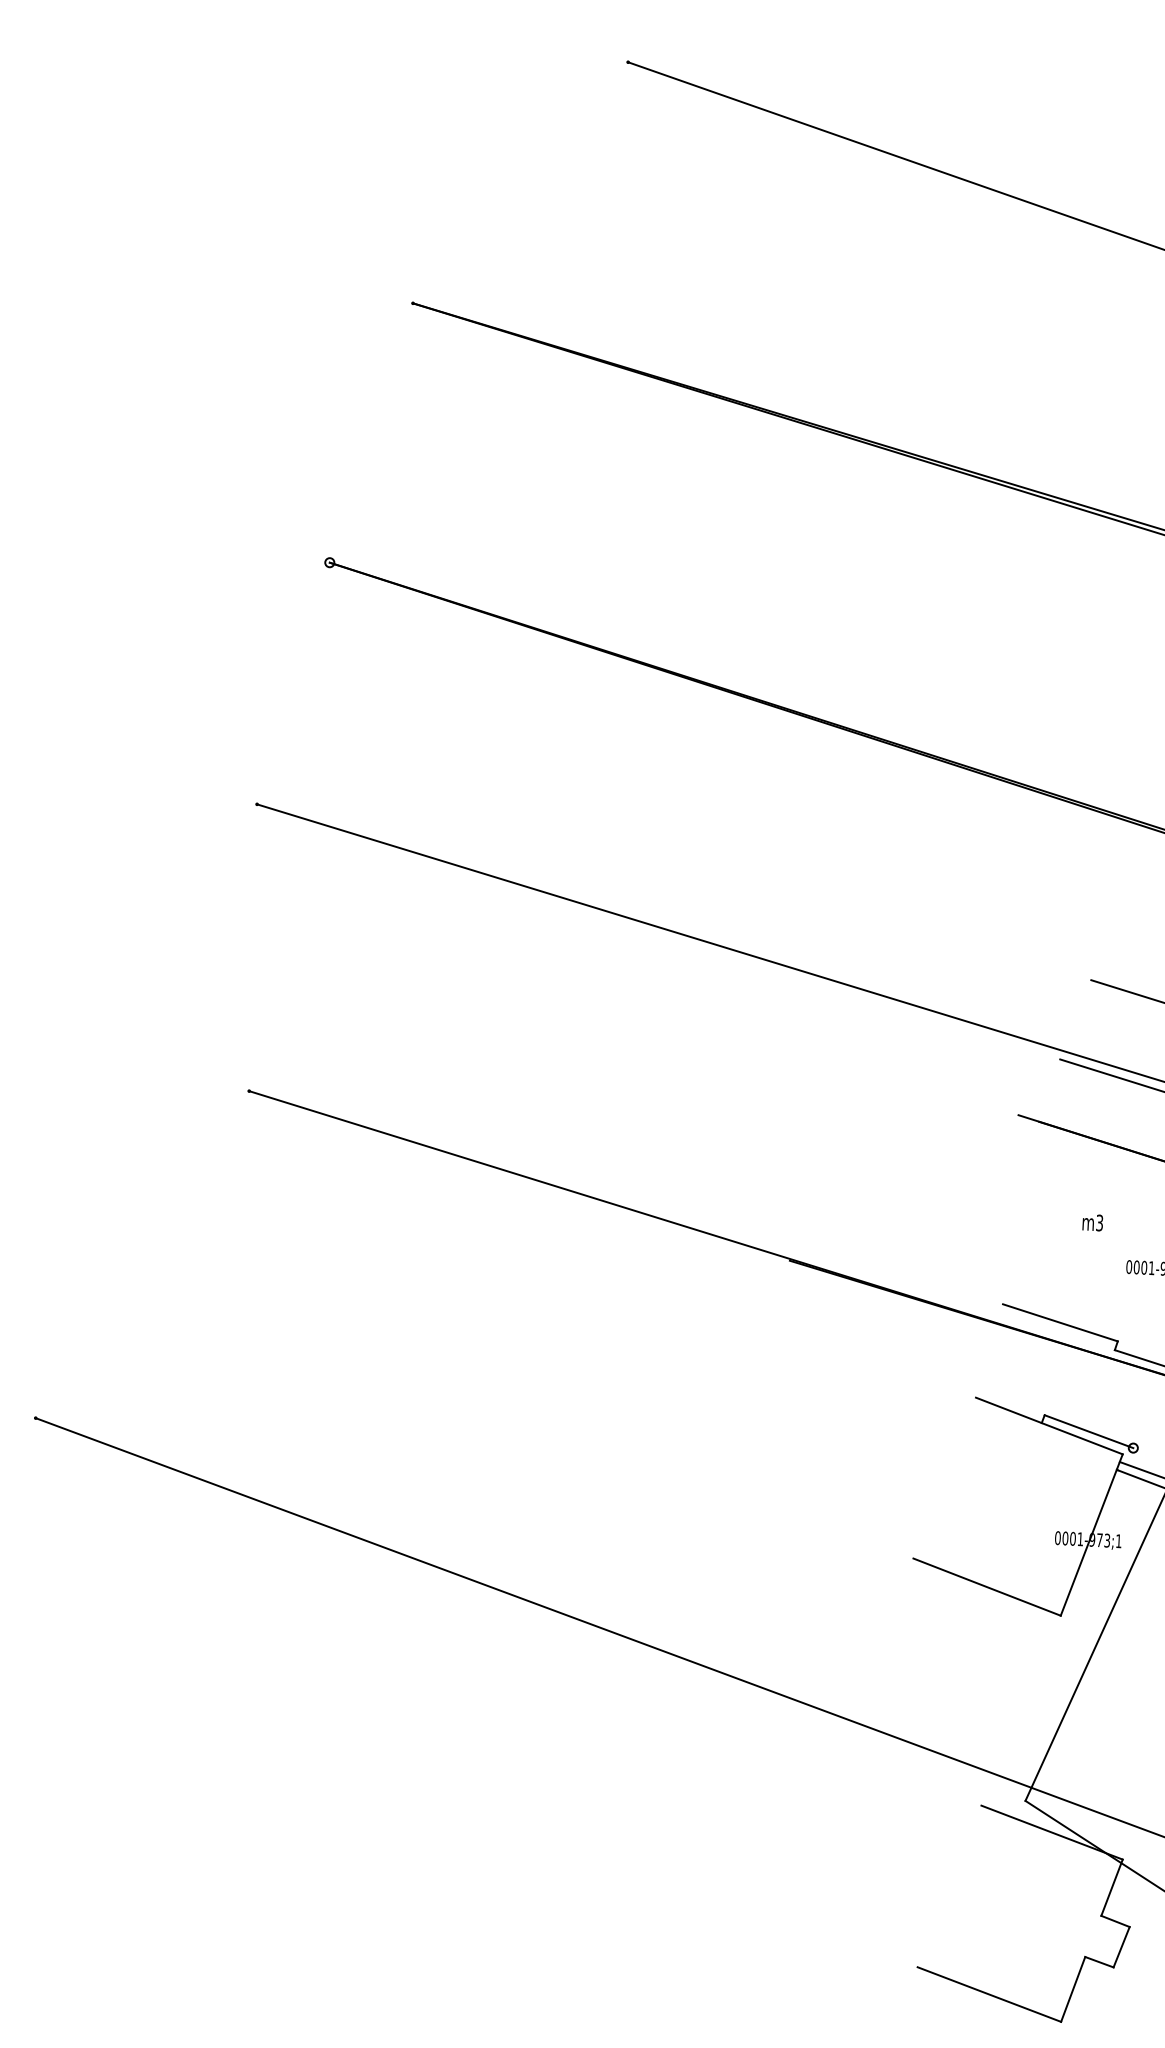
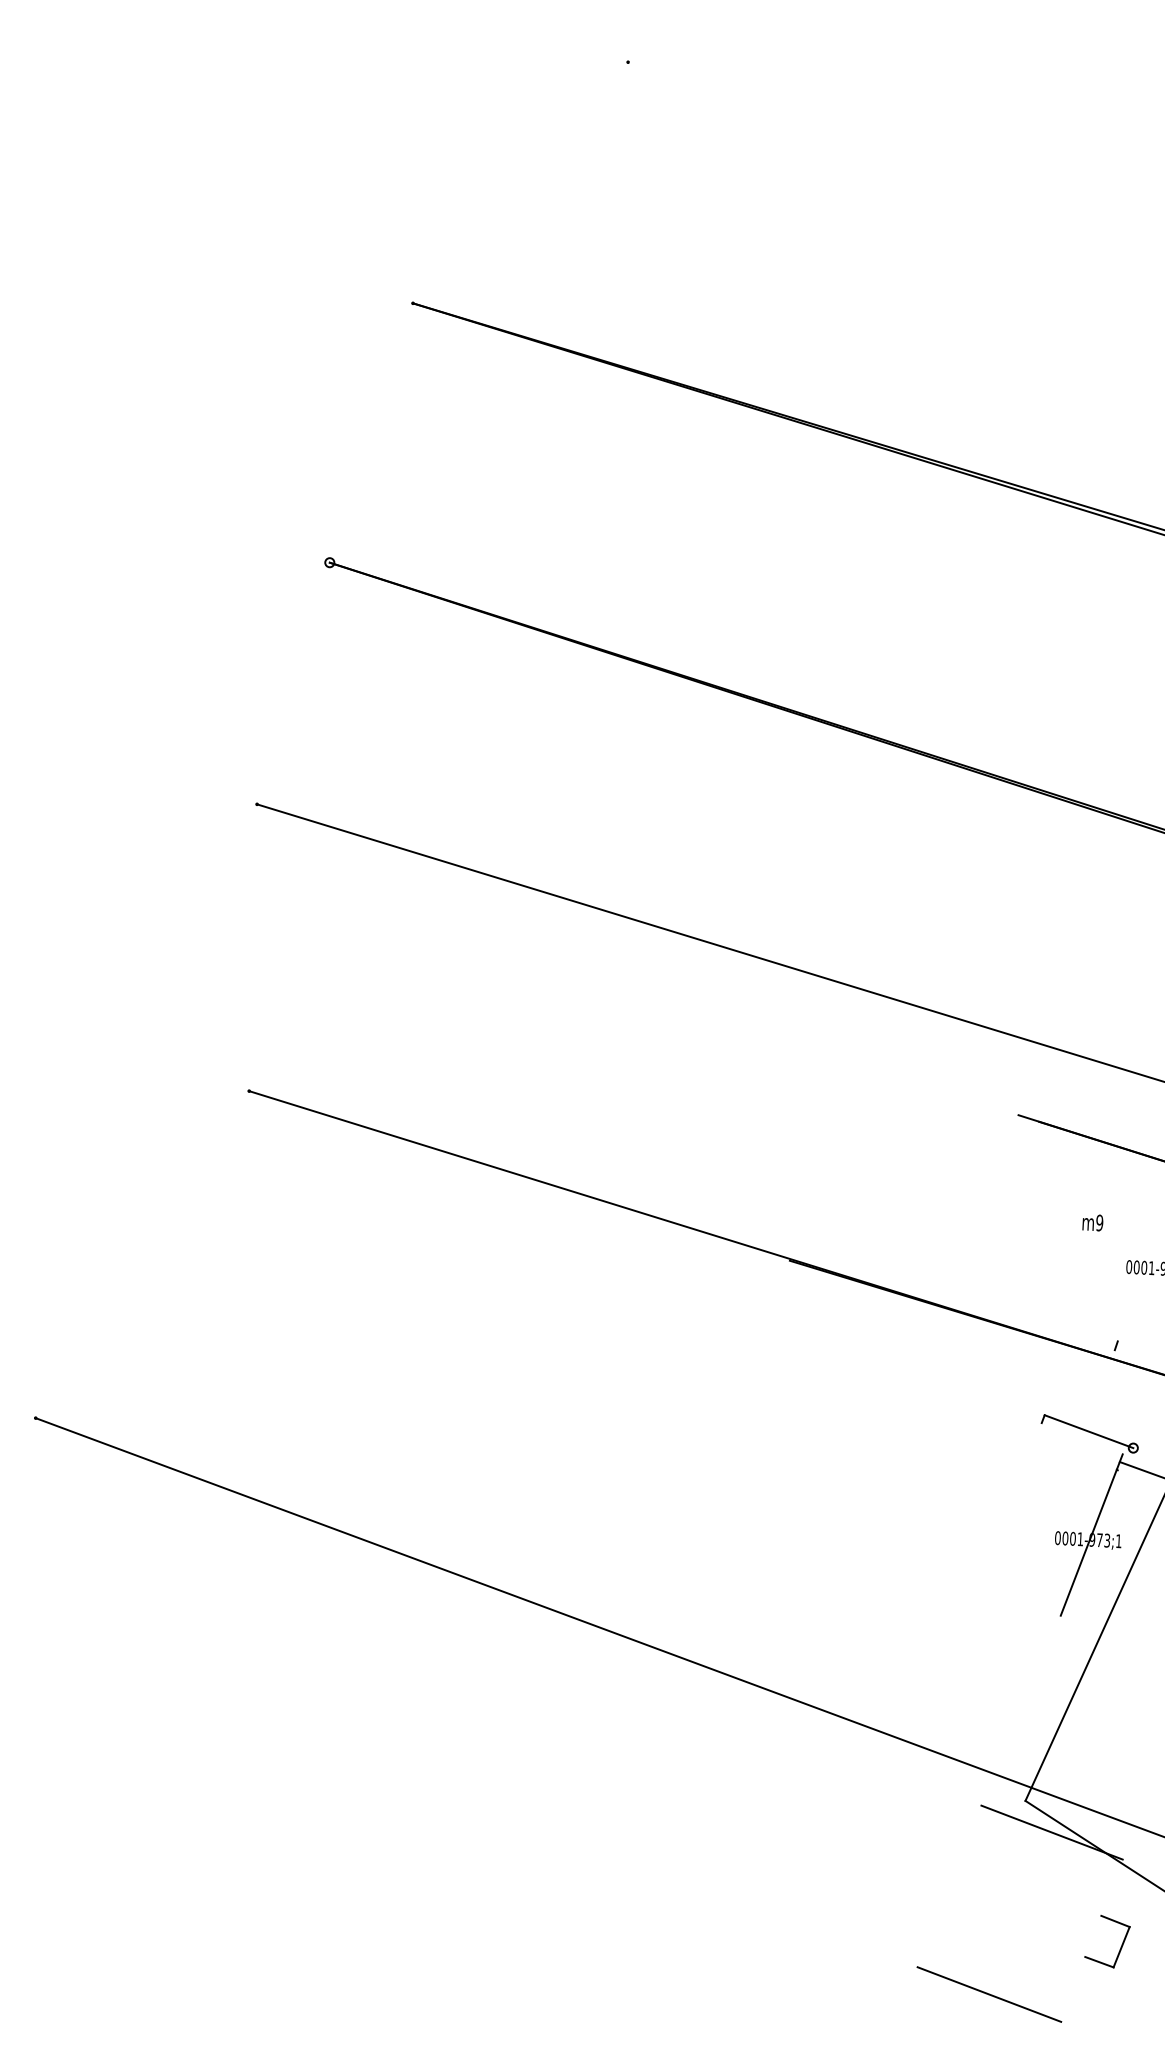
line at (894, 155): present -> none
line at (1126, 991): present -> none
line at (1110, 1075): present -> none
text at (1099, 1222): m3 -> m9
line at (1060, 1322): present -> none
line at (1137, 1357): present -> none
line at (1048, 1425): present -> none
line at (1139, 1478): present -> none
line at (986, 1586): present -> none
line at (1111, 1887): present -> none
line at (1073, 1988): present -> none
